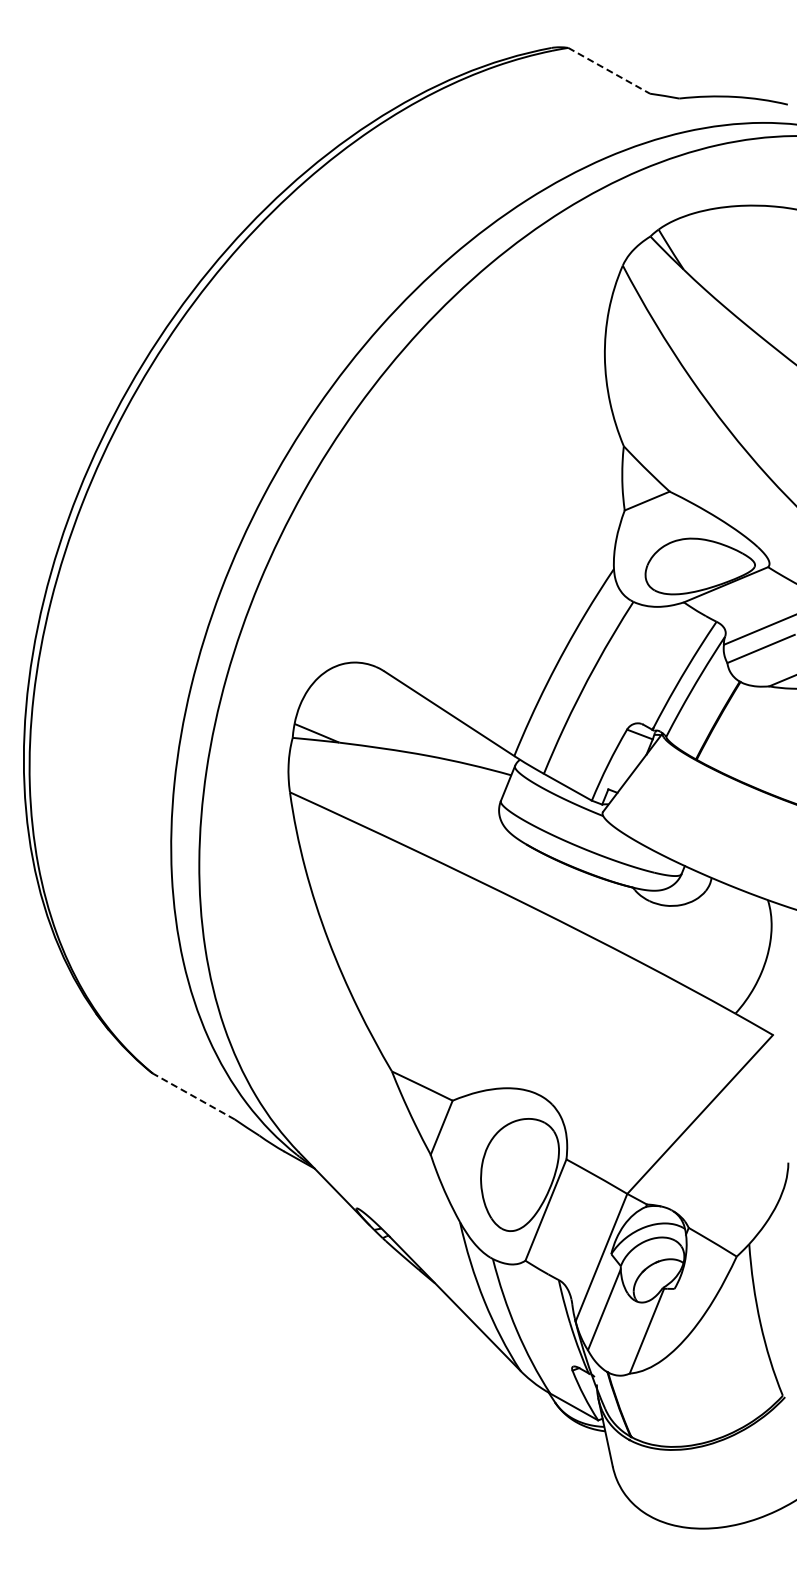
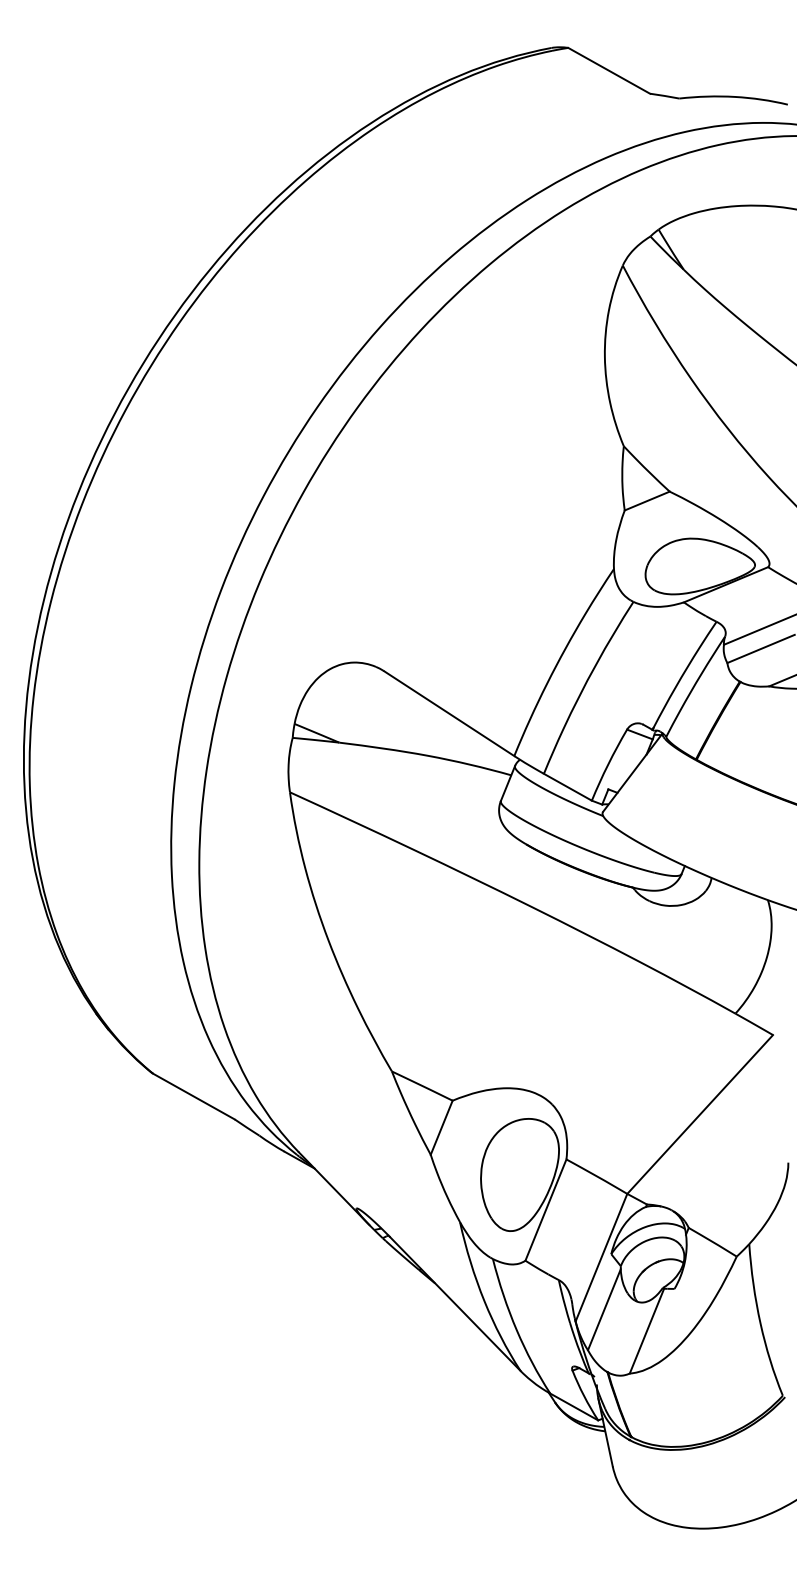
line at (609, 70): dashed -> solid
line at (193, 1096): dashed -> solid
